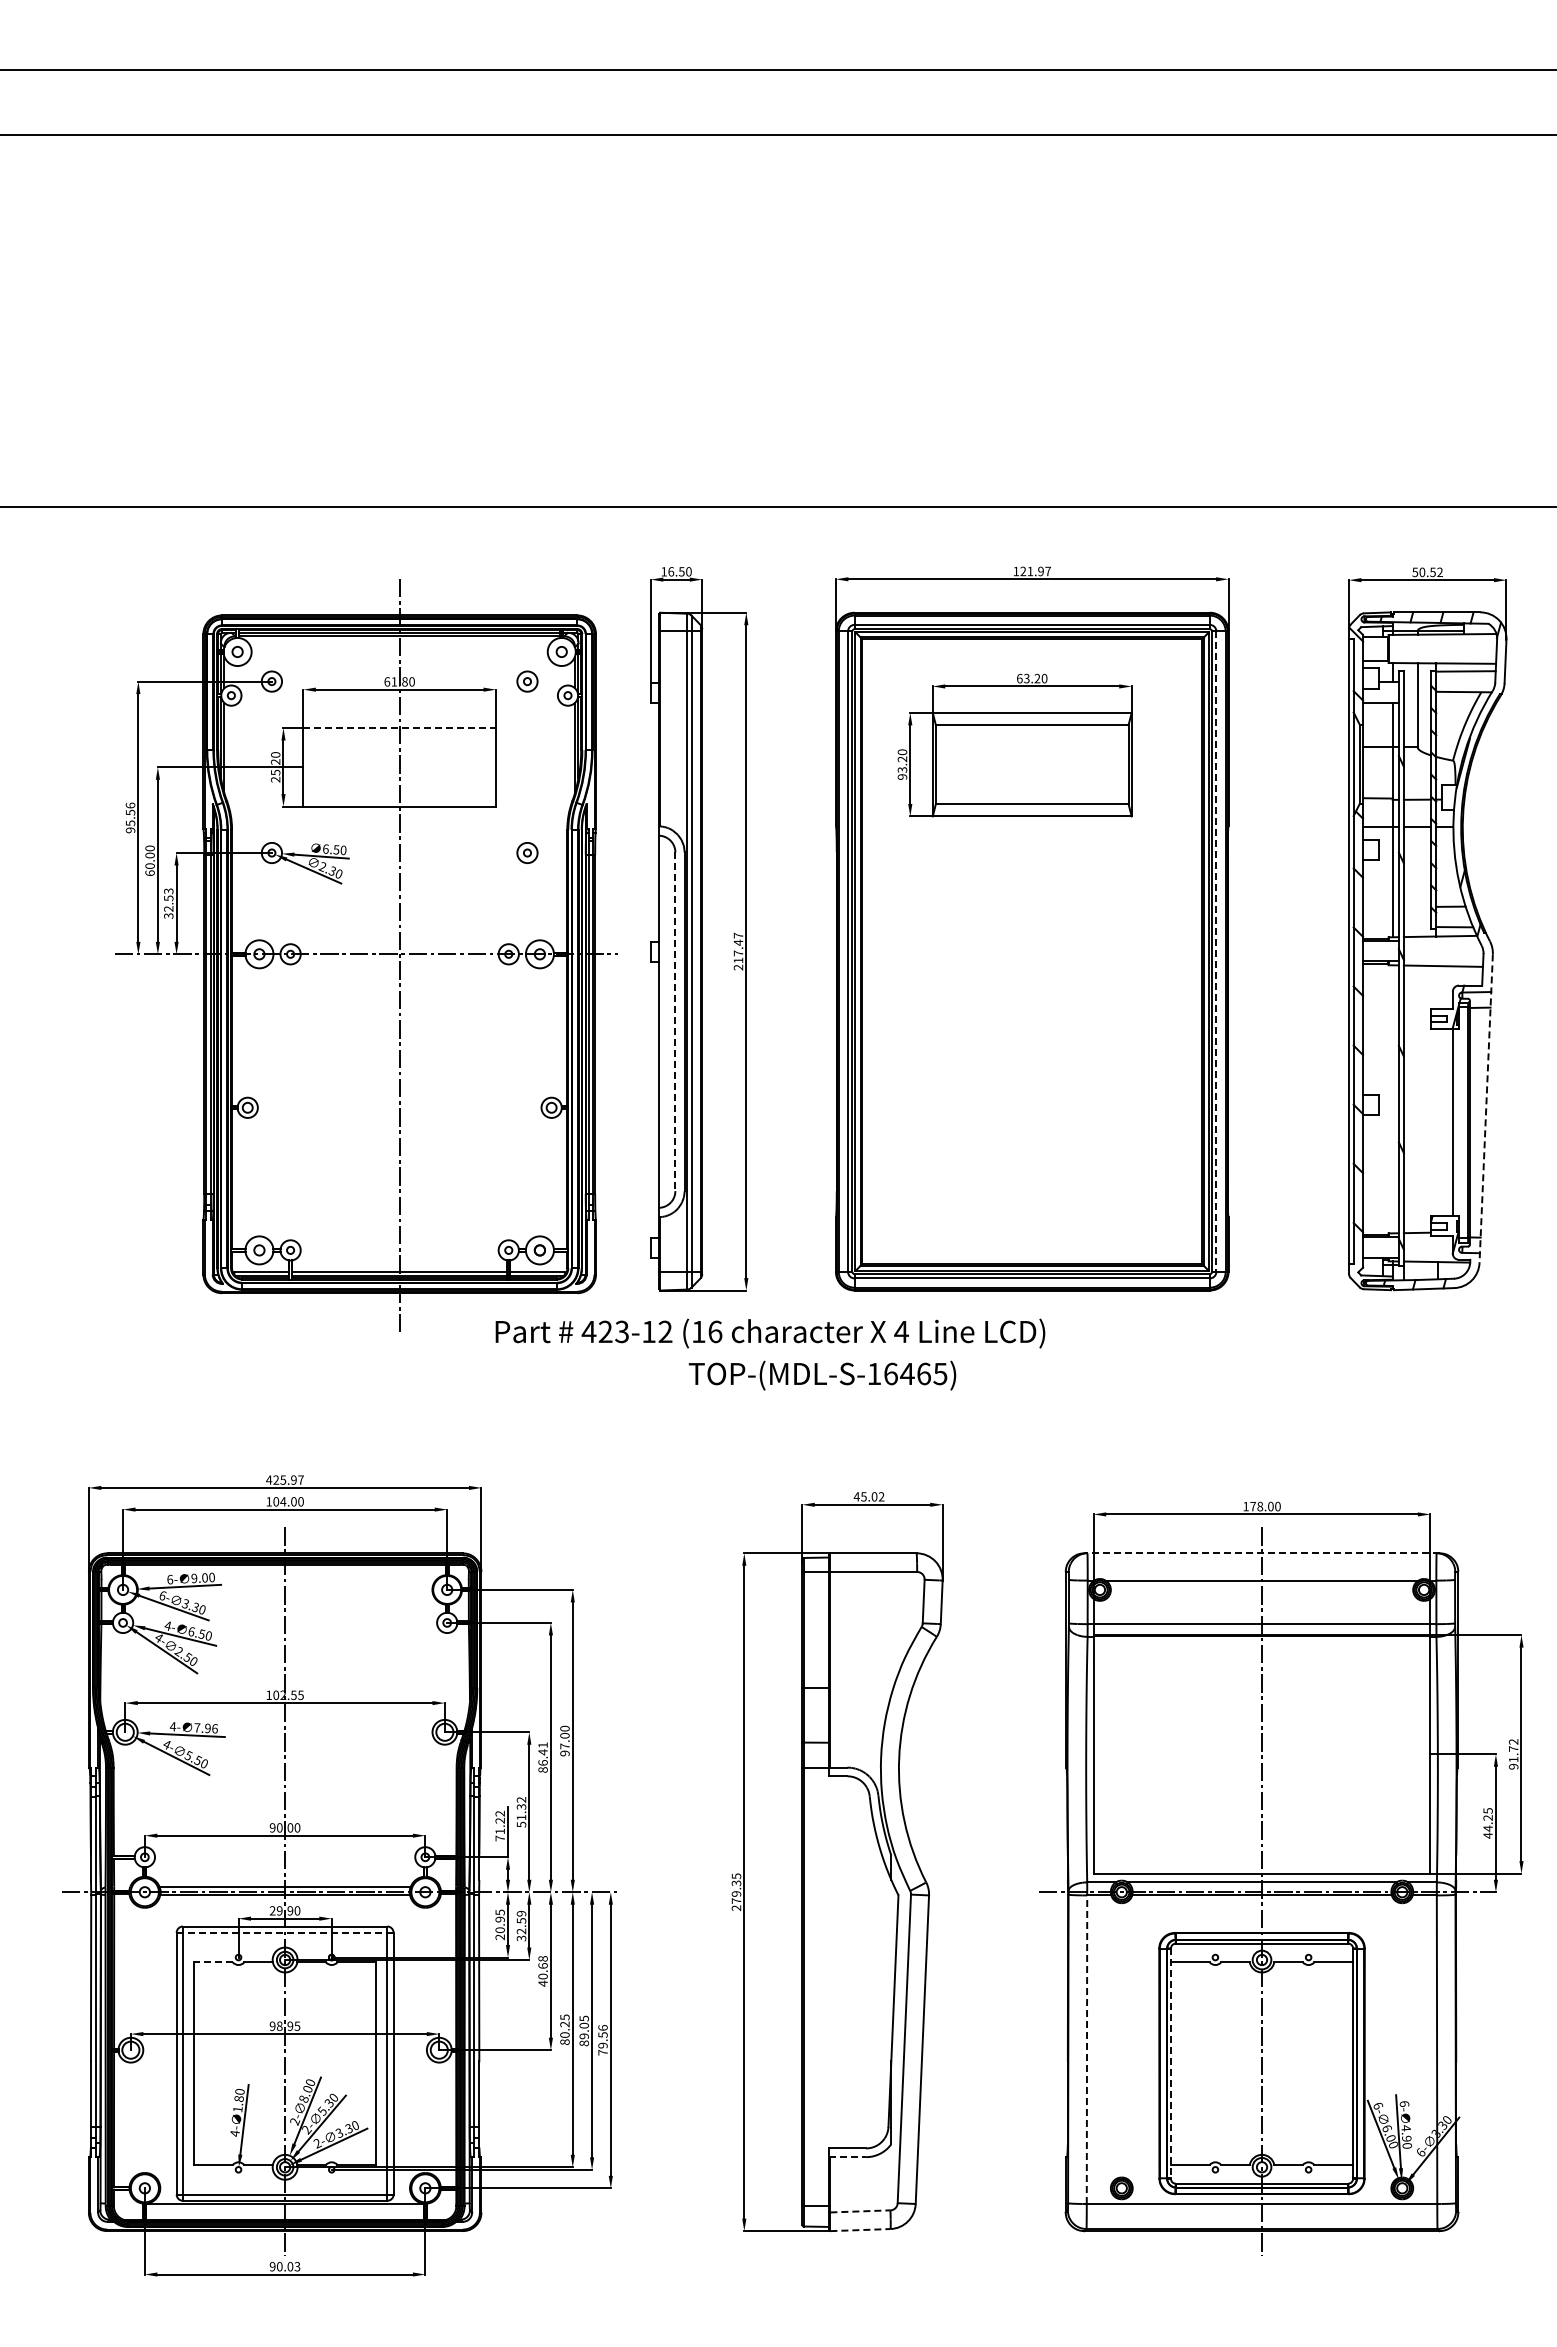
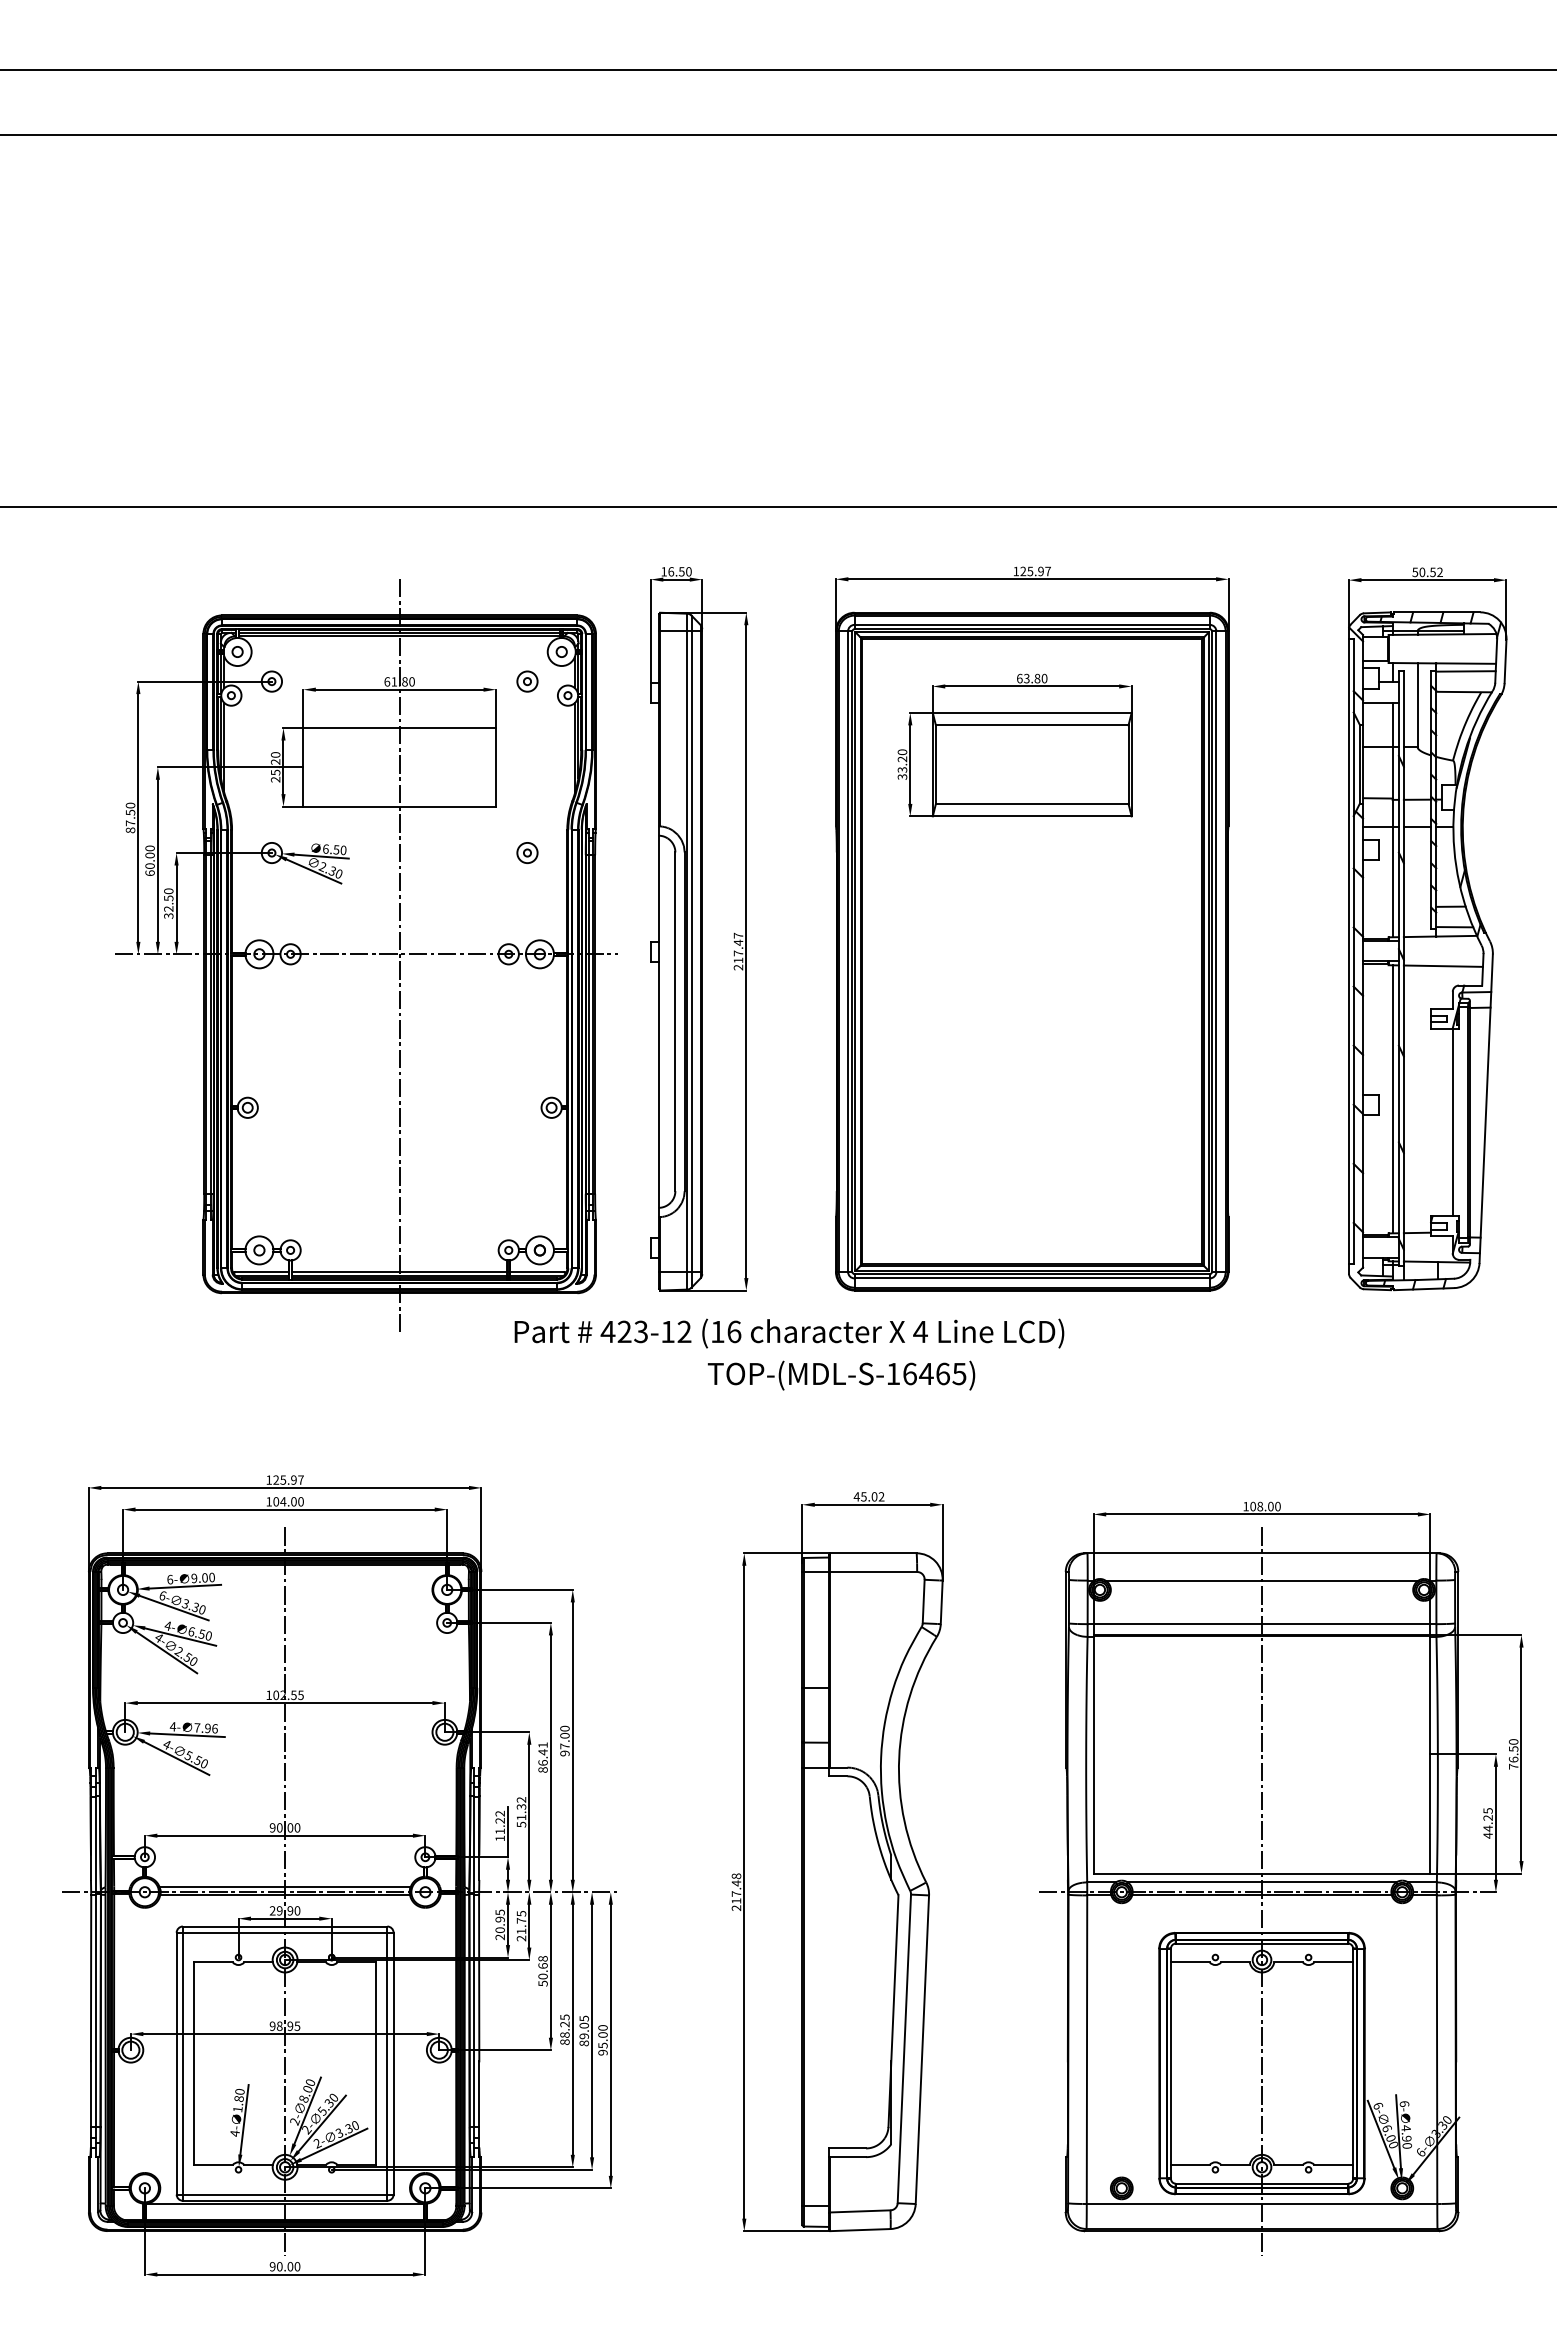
text at (1030, 571): 121.97 -> 125.97
text at (1037, 678): 63.20 -> 63.80
line at (400, 728): dashed -> solid
text at (902, 776): 93.20 -> 33.20
text at (130, 817): 95.56 -> 87.50
text at (168, 891): 32.53 -> 32.50
line at (1216, 952): dashed -> solid
line at (675, 1022): dashed -> solid
line at (1392, 1099): none -> present
line at (1486, 1109): dashed -> solid
text at (770, 1333) position: (770, 1333) -> (789, 1333)
text at (822, 1375) position: (822, 1375) -> (841, 1375)
text at (269, 1479): 425.97 -> 125.97
text at (1253, 1506): 178.00 -> 108.00
line at (1262, 1553): dashed -> solid
text at (1513, 1754): 91.72 -> 76.50
text at (499, 1838): 71.22 -> 11.22
text at (736, 1888): 279.35 -> 217.48
text at (521, 1926): 32.59 -> 21.75
line at (285, 1932): dashed -> solid
line at (213, 1962): dashed -> solid
text at (542, 1983): 40.68 -> 50.68
text at (564, 2034): 80.25 -> 88.25
text at (602, 2040): 79.56 -> 95.00
line at (1087, 2049): dashed -> solid
line at (1171, 2064): dashed -> solid
line at (847, 2157): dashed -> solid
line at (860, 2211): dashed -> solid
line at (860, 2230): dashed -> solid
text at (297, 2266): 90.03 -> 90.00
